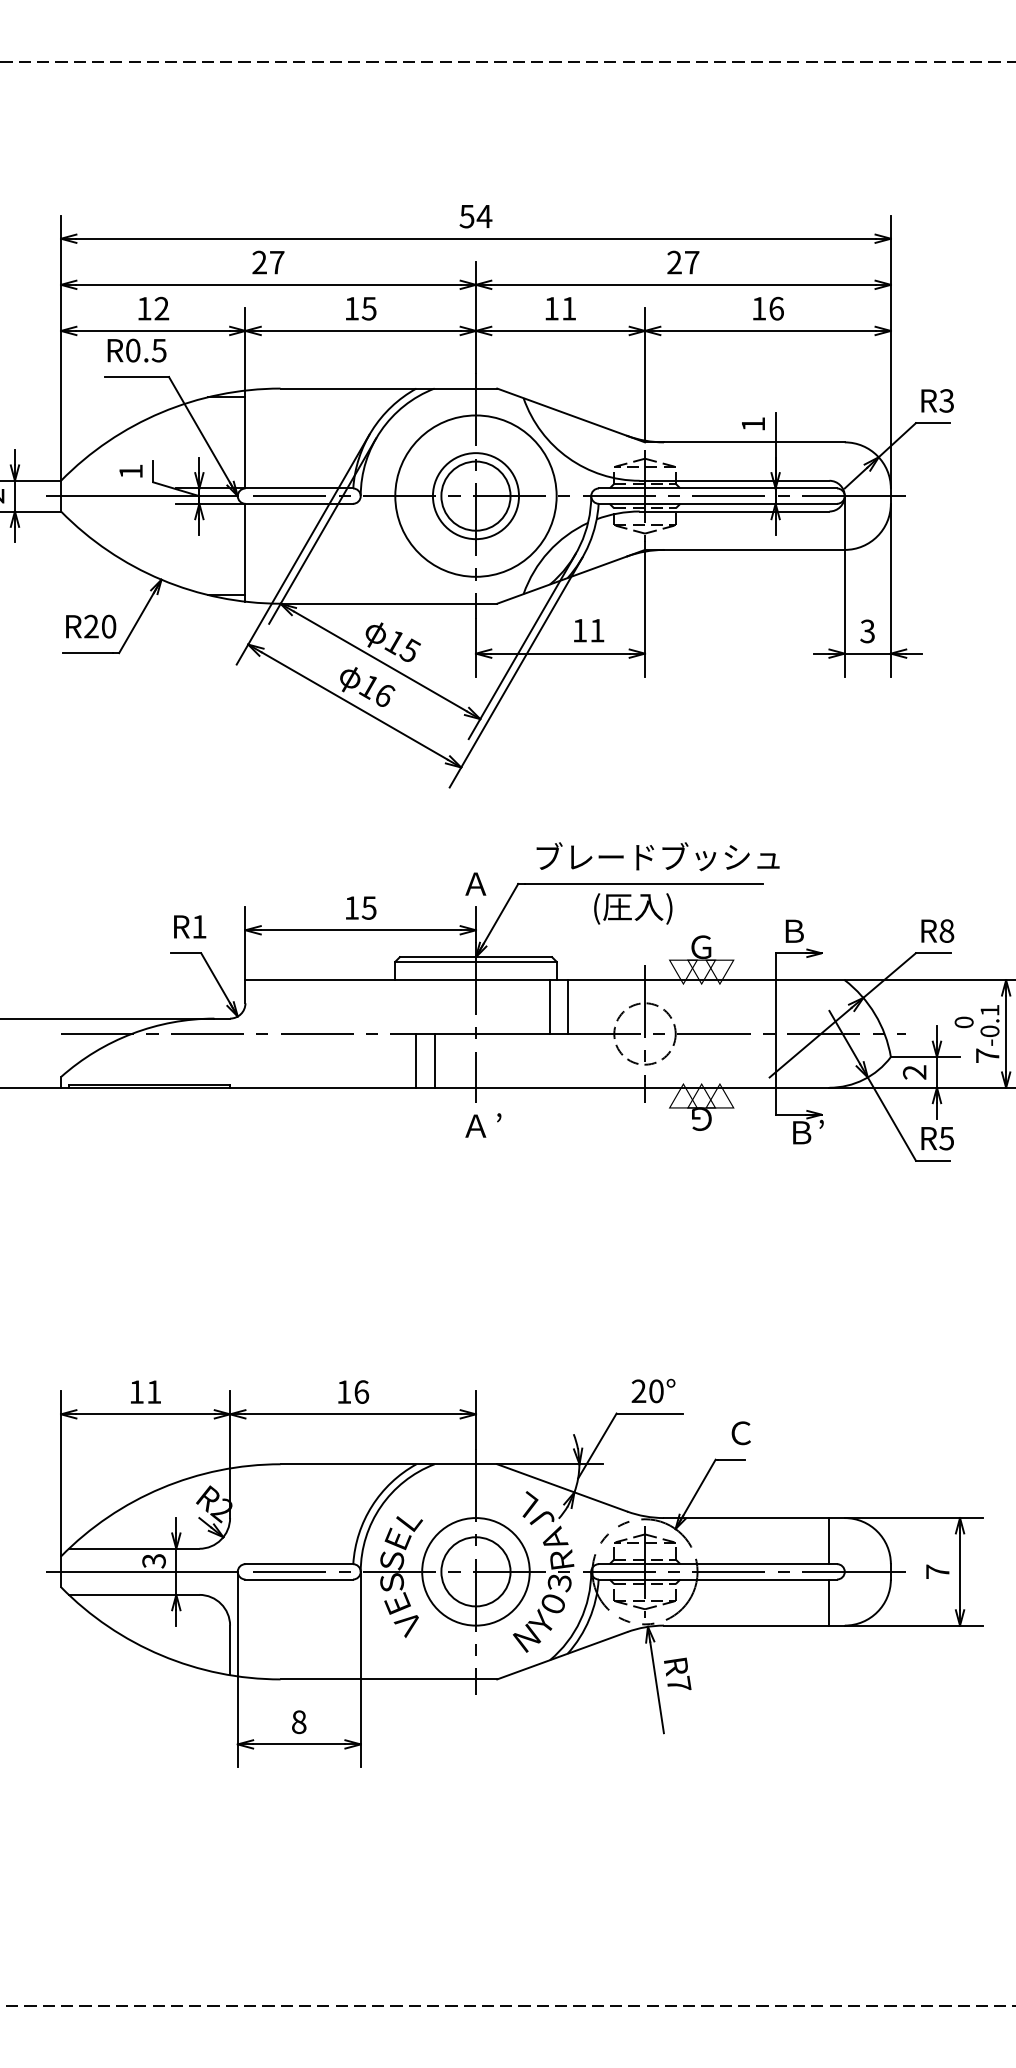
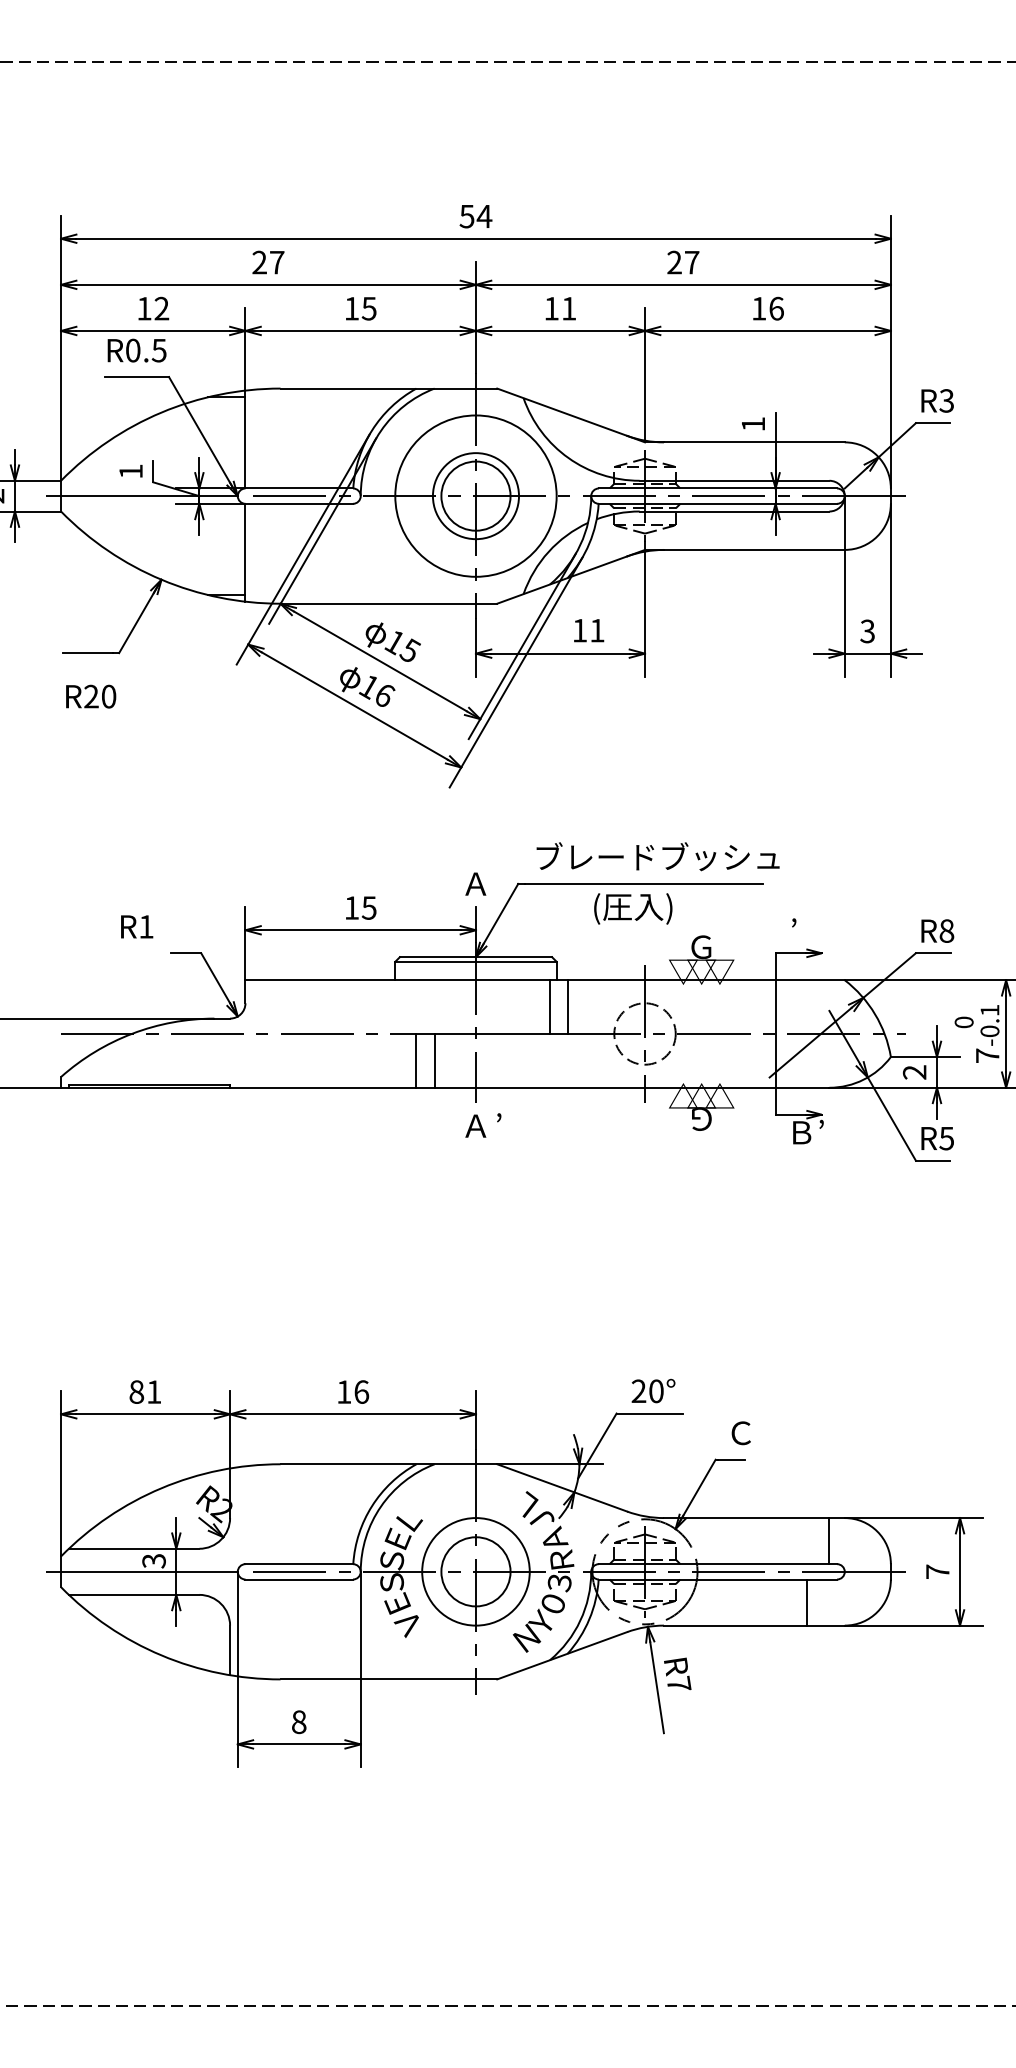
text at (91, 626) position: (91, 626) -> (91, 696)
text at (190, 926) position: (190, 926) -> (137, 926)
text at (794, 930): Ｂ -> ’
text at (136, 1391): 11 -> 81
line at (829, 1602) position: (829, 1602) -> (807, 1602)
